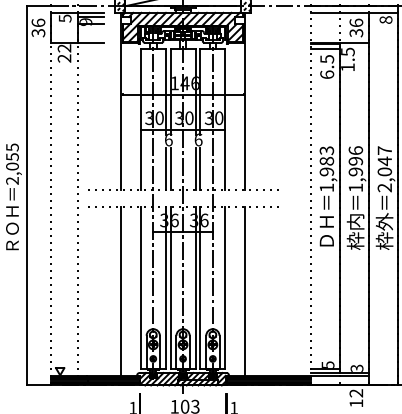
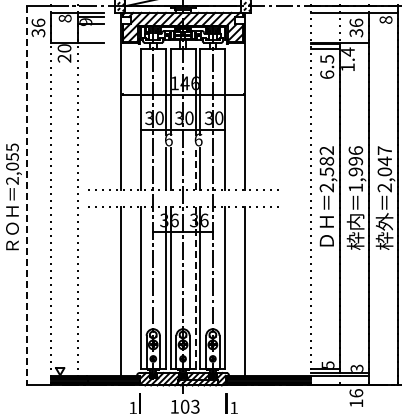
text at (64, 18): 5 -> 8
text at (64, 48): 22 -> 20
text at (347, 51): 1.5 -> 1.4
line at (195, 168): solid -> dashed
text at (326, 169): 1,983 -> 2,582
line at (26, 195): solid -> dashed
line at (195, 287): solid -> dashed
text at (356, 393): 12 -> 16
